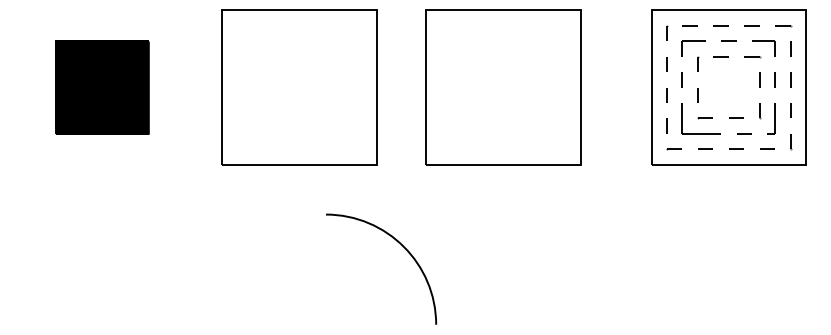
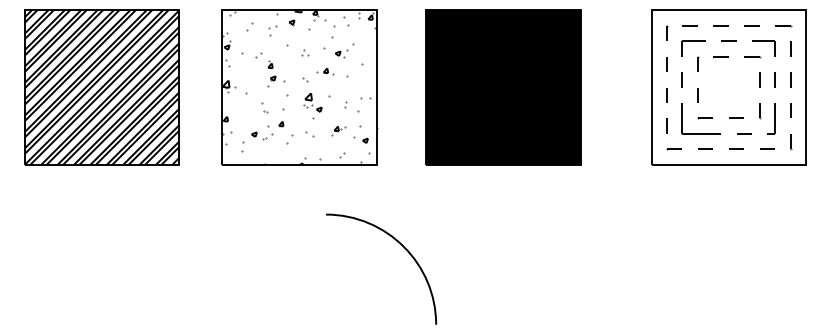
part at (102, 87) size: 95x95 px -> 156x157 px
hatch at (299, 87): none -> present
fill at (503, 87): none -> present
